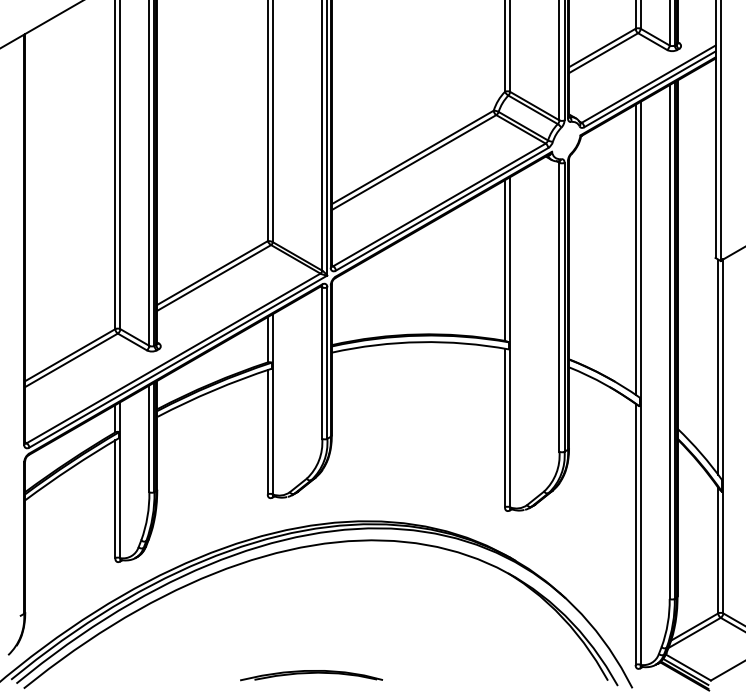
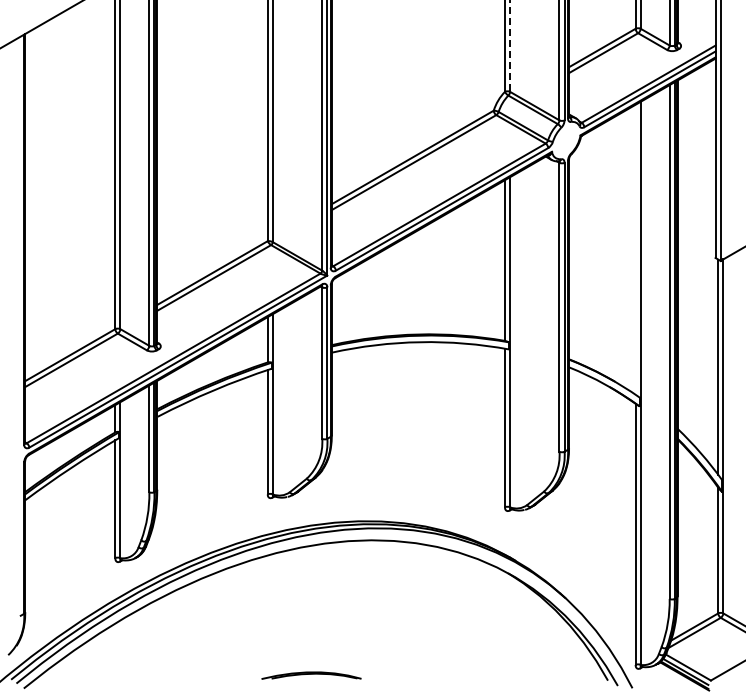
line at (510, 46): solid -> dashed
line at (635, 249): present -> none
part at (311, 675) size: 143x12 px -> 101x9 px
